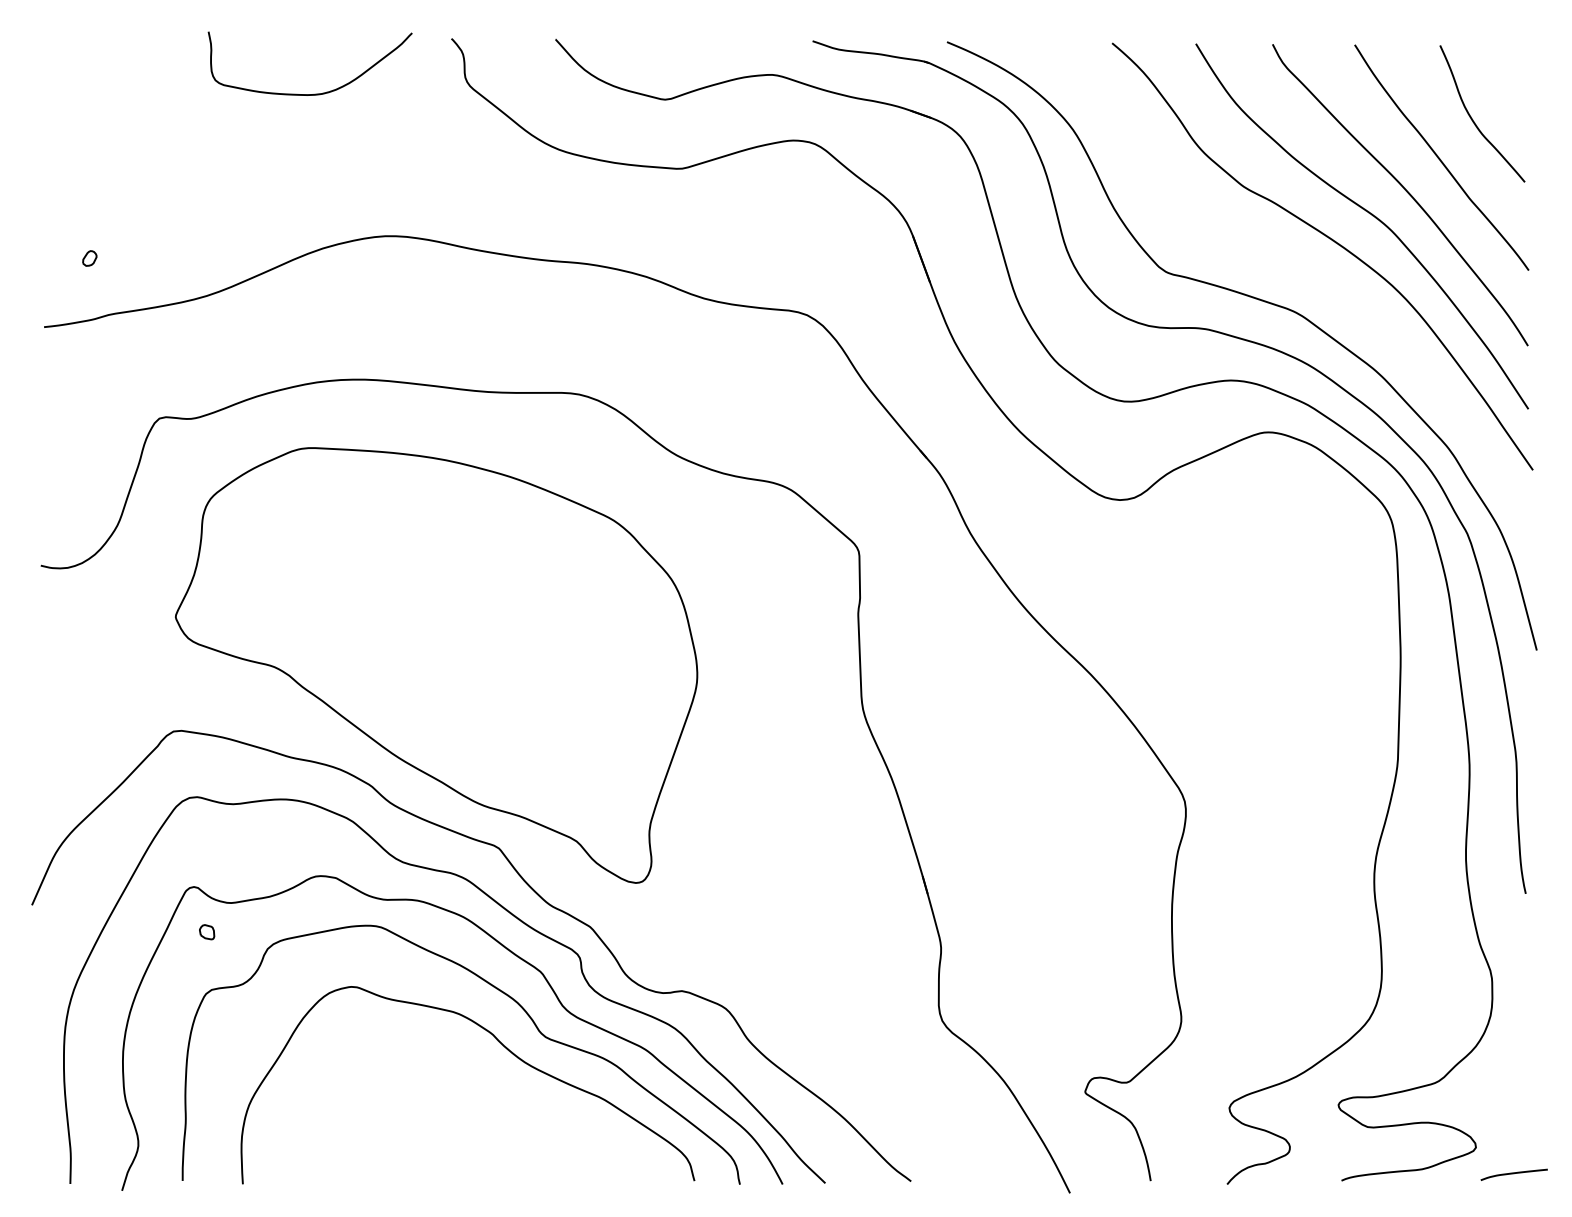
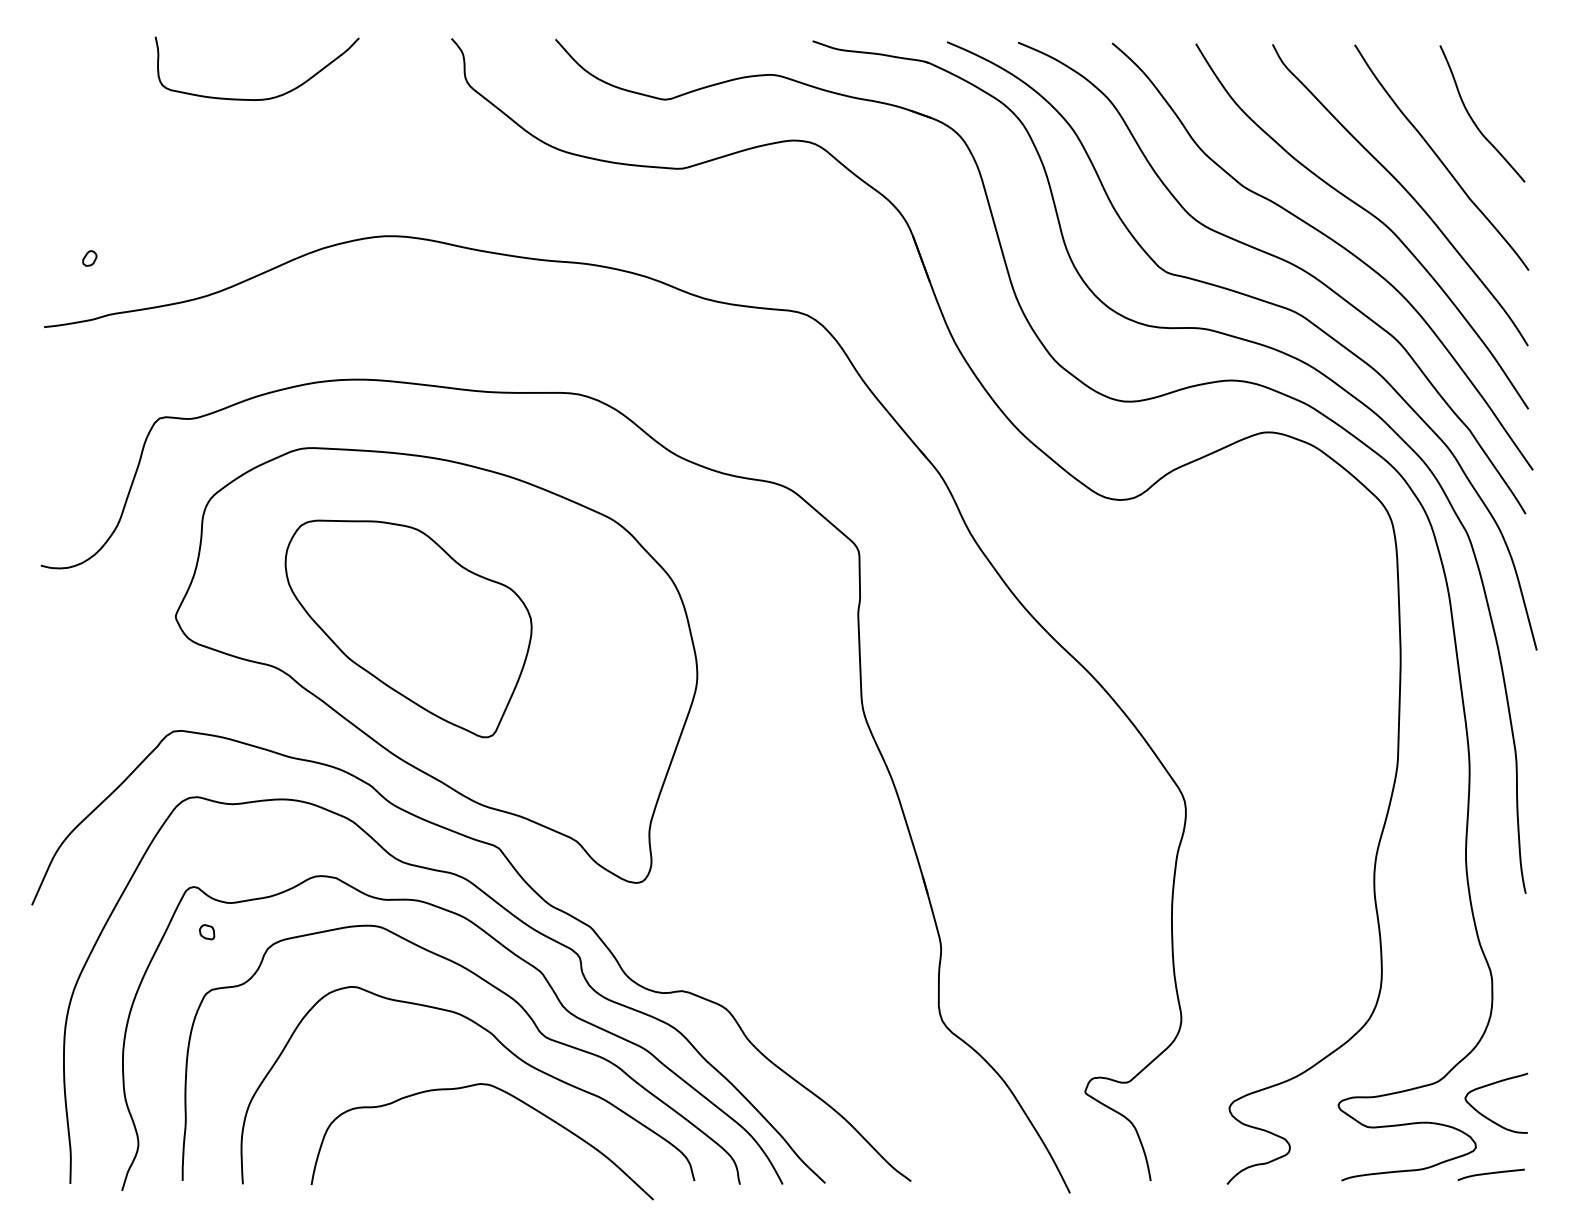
curve at (314, 93) position: (314, 93) -> (261, 98)
curve at (1279, 259): none -> present
part at (408, 628): none -> present
curve at (505, 1093): none -> present
curve at (1486, 1116): none -> present
curve at (1513, 1174) position: (1513, 1174) -> (1490, 1174)
